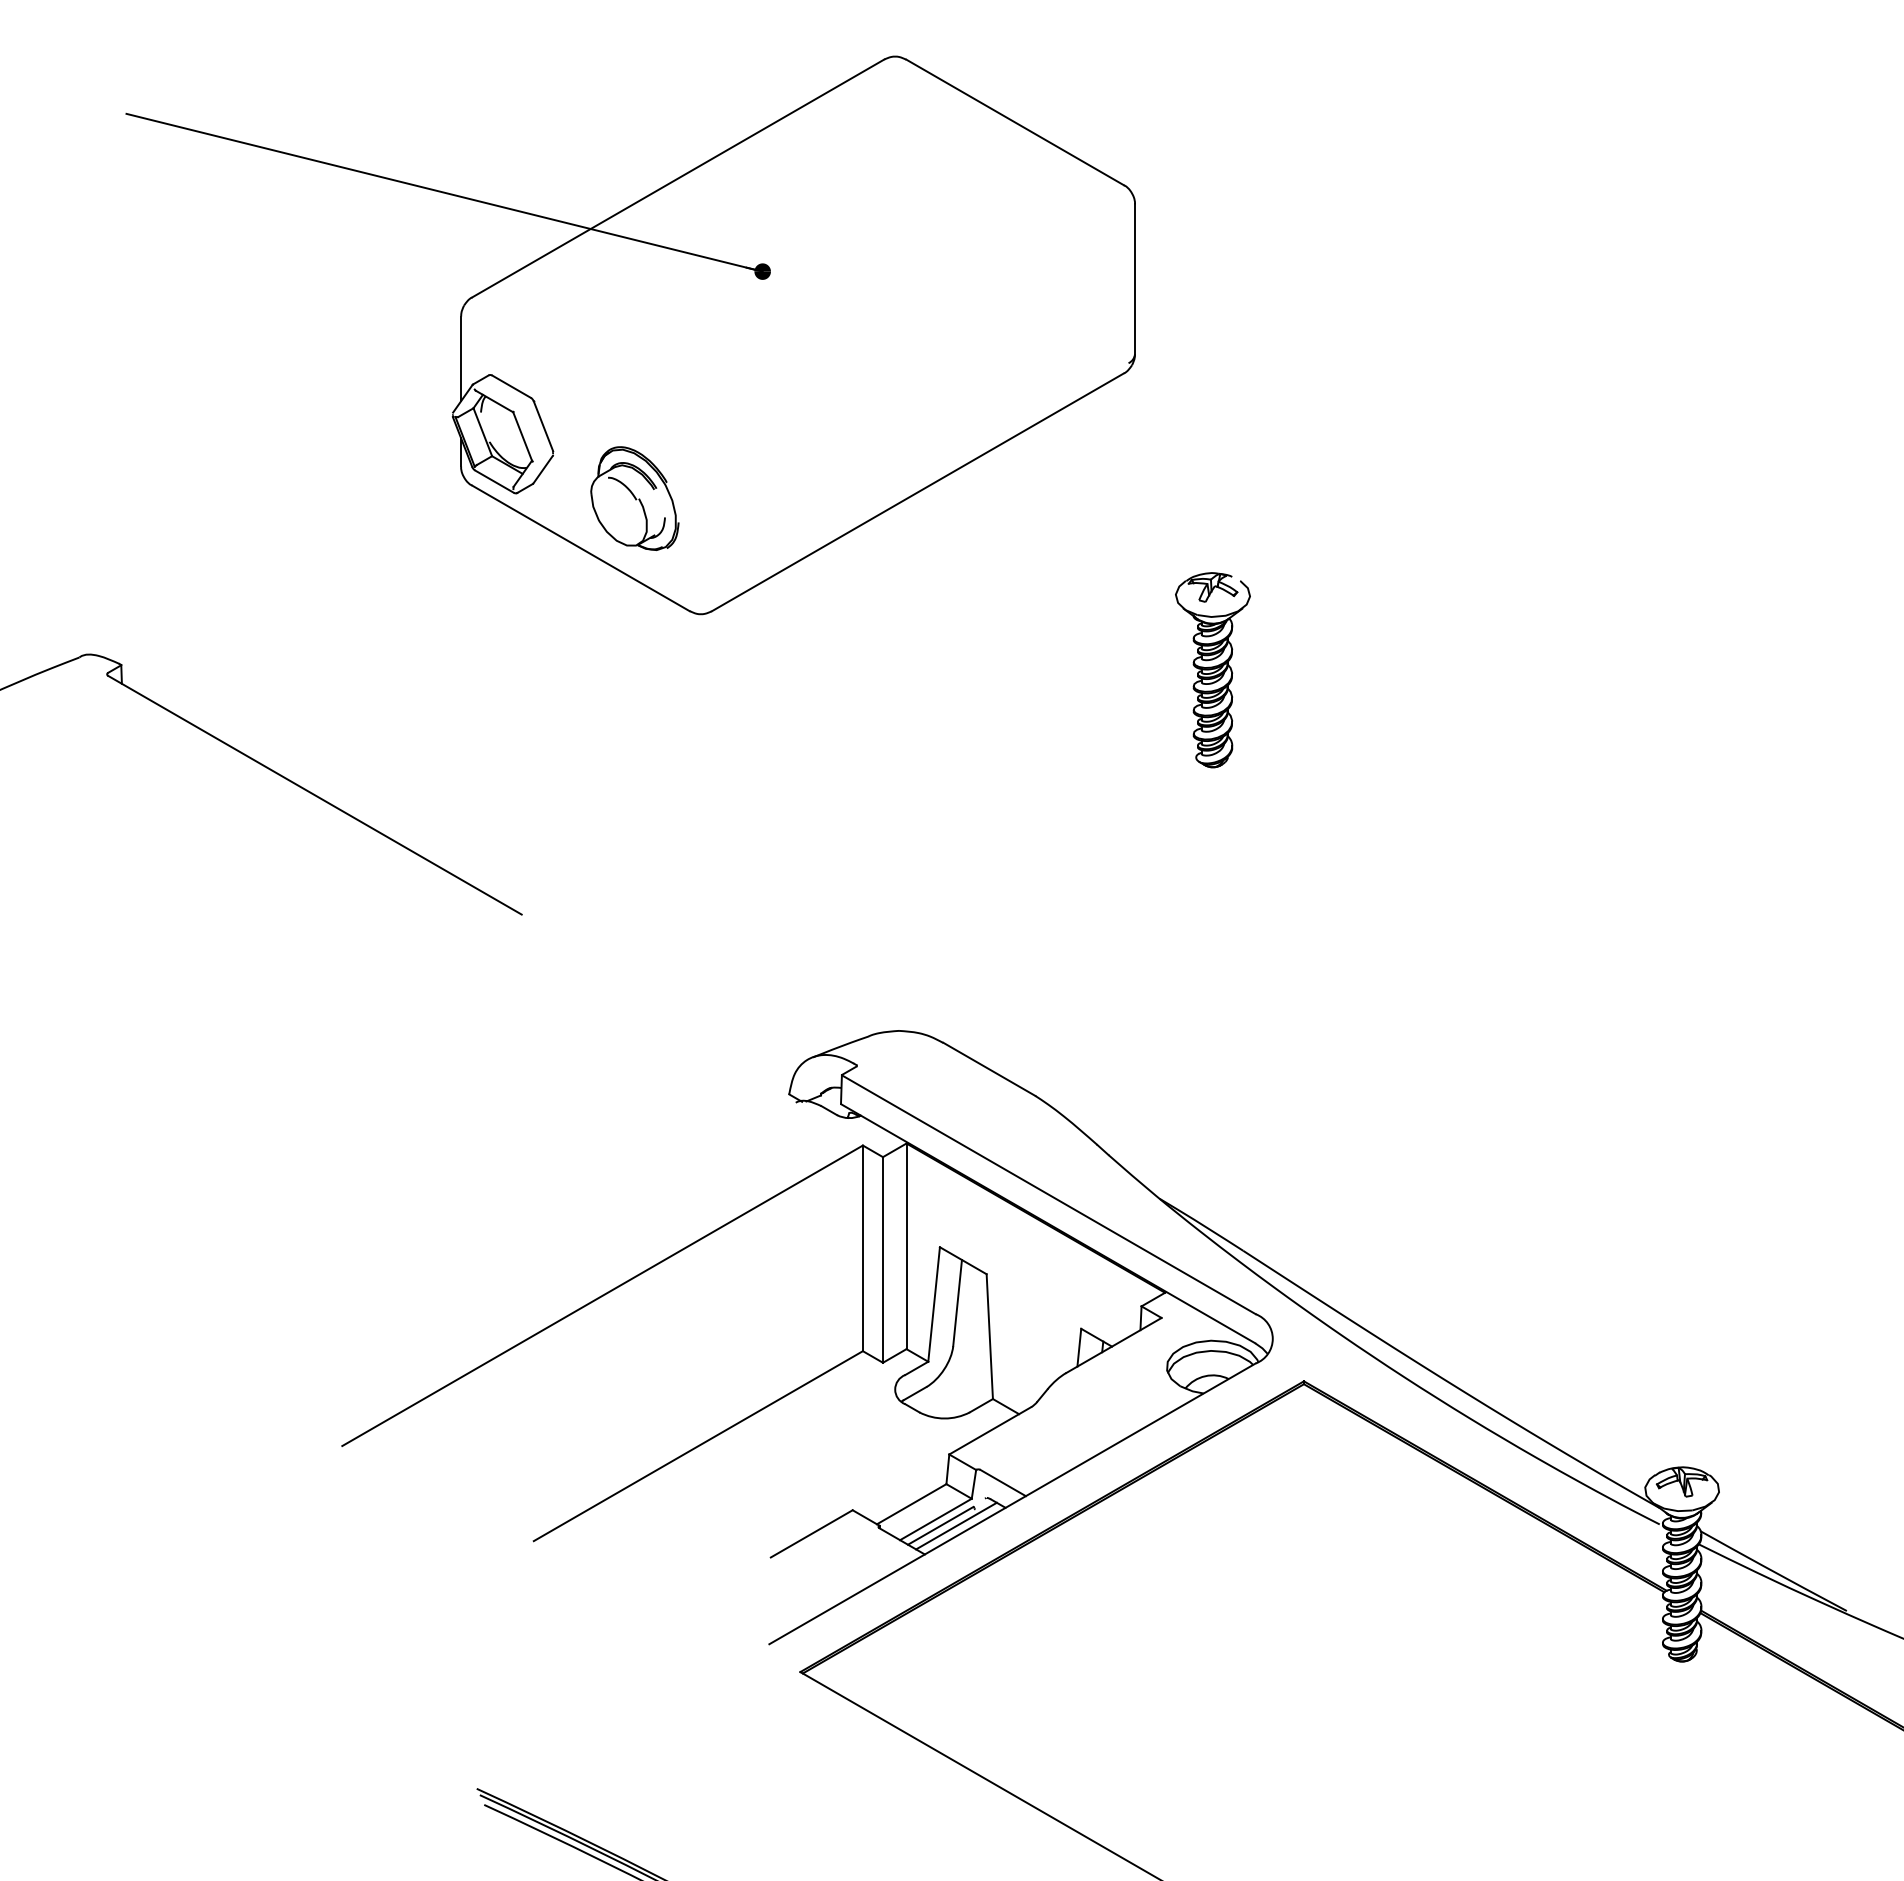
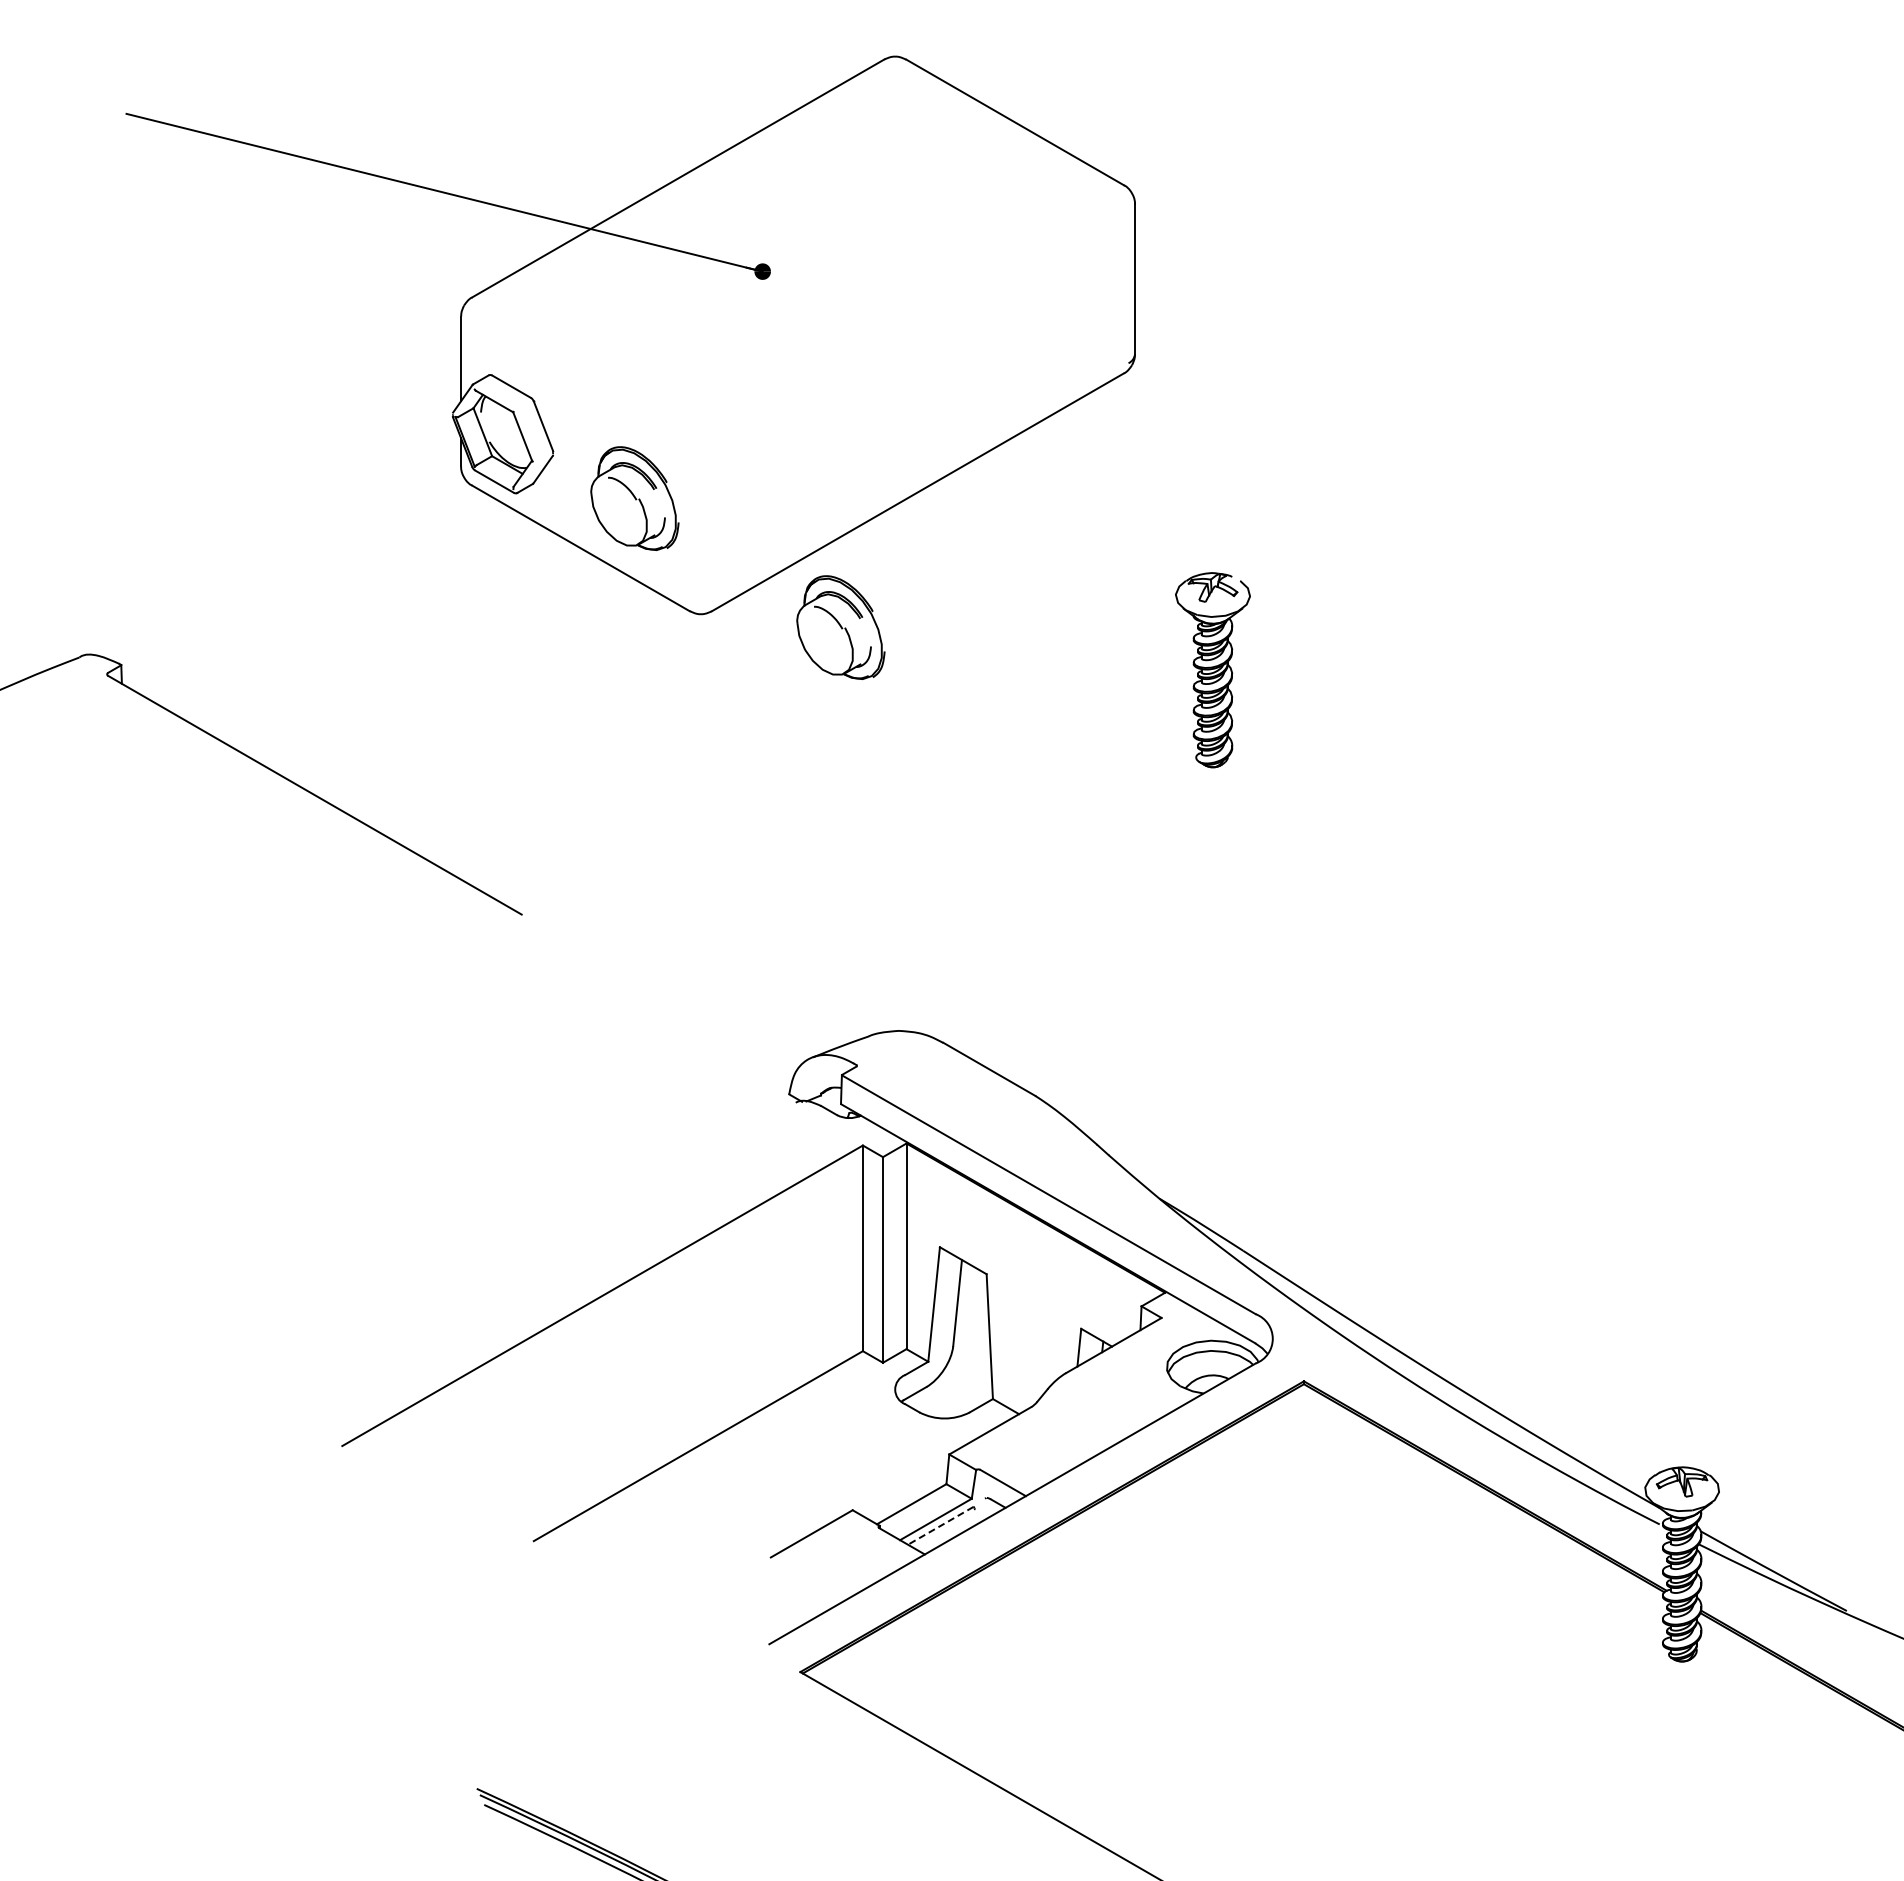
part at (840, 627): none -> present
line at (940, 1525): solid -> dashed
line at (956, 1525): present -> none
